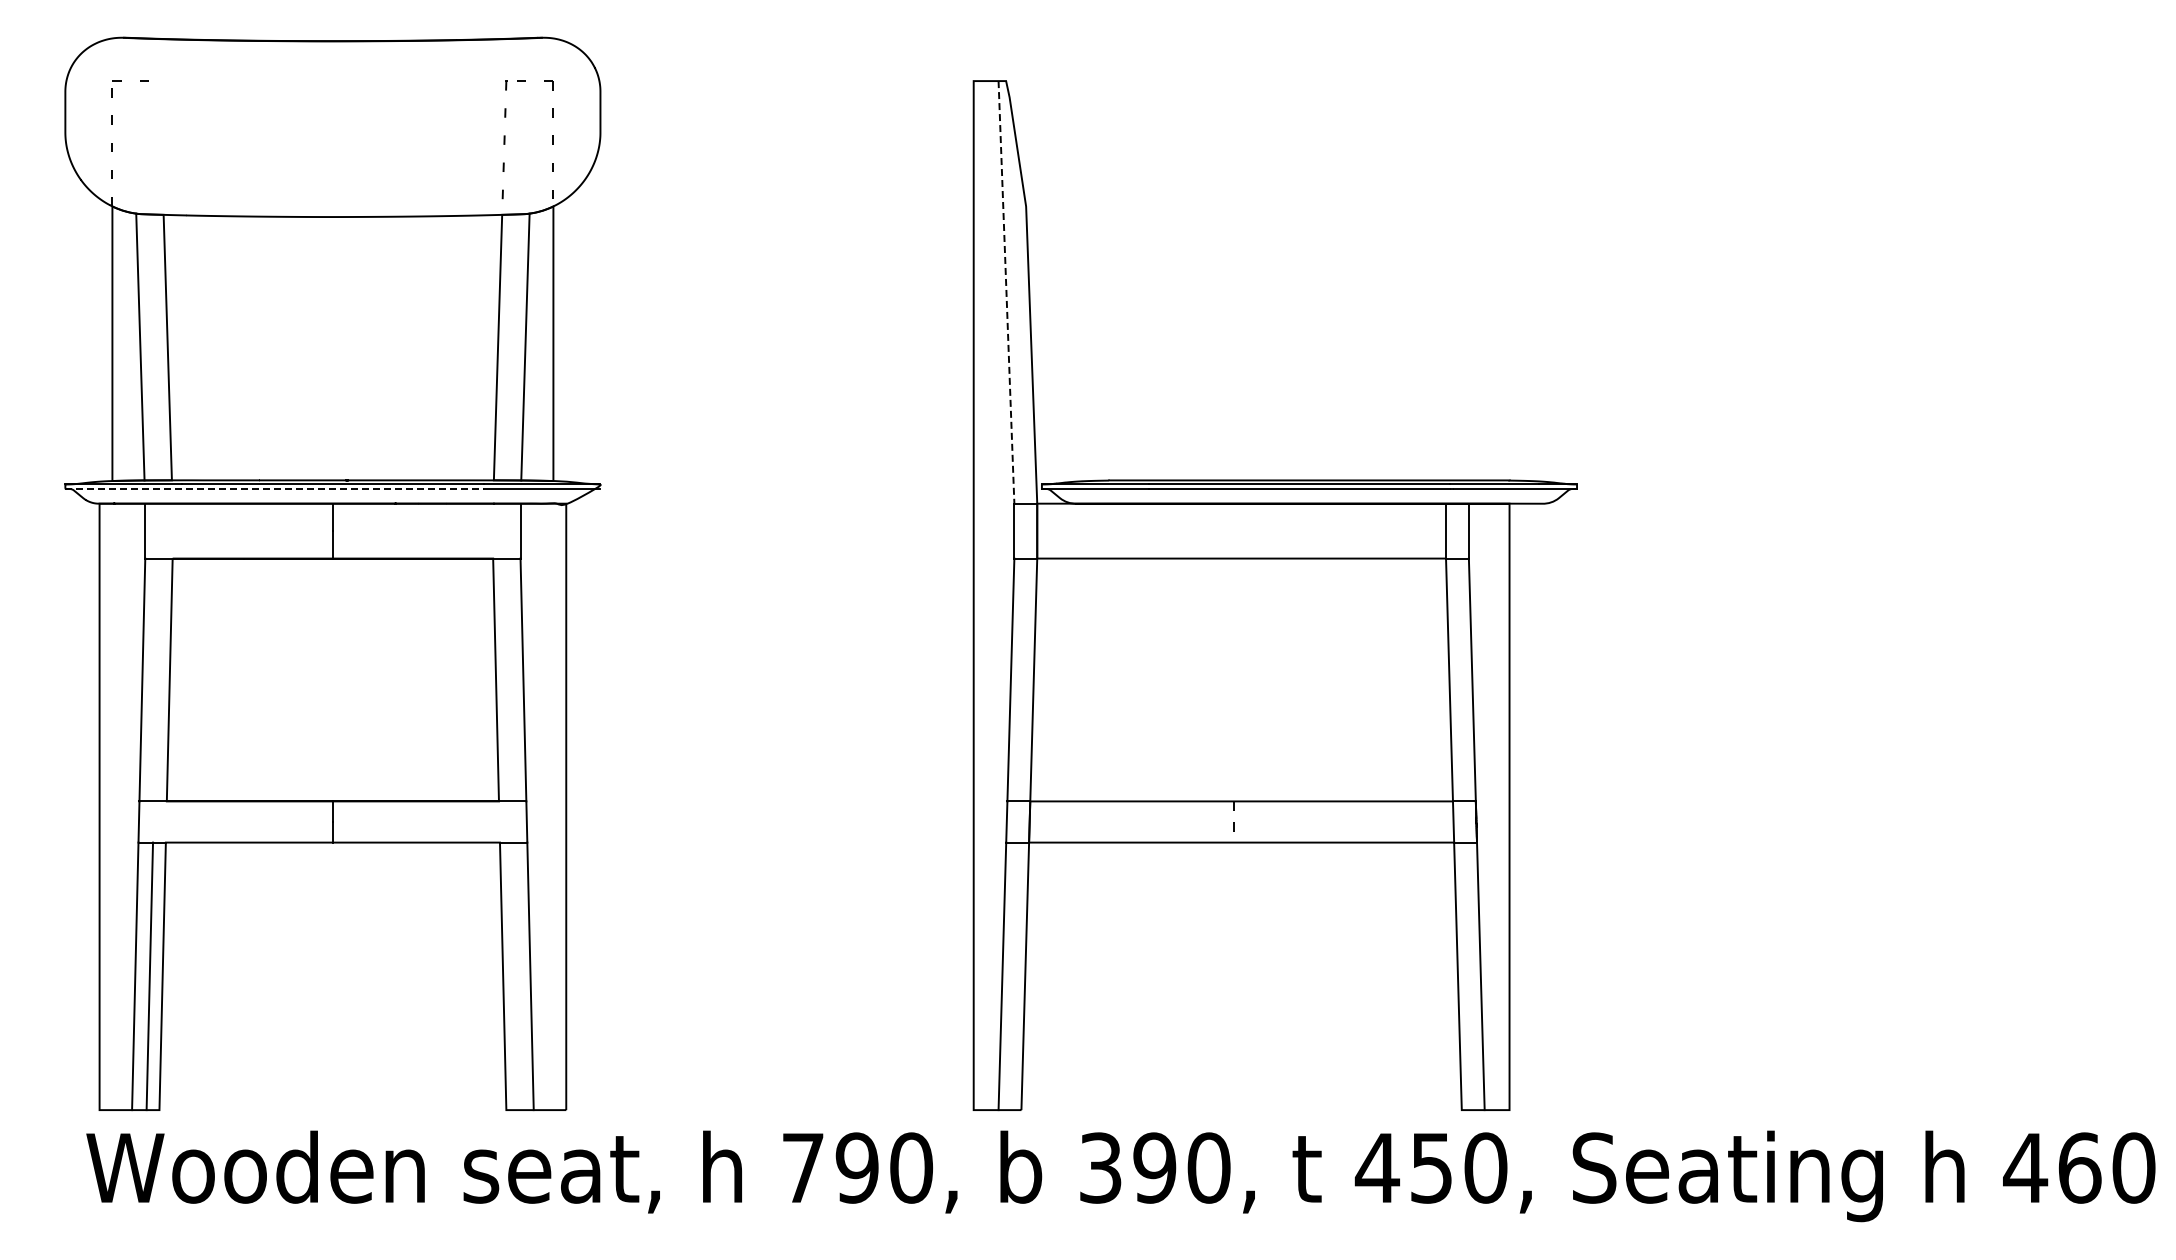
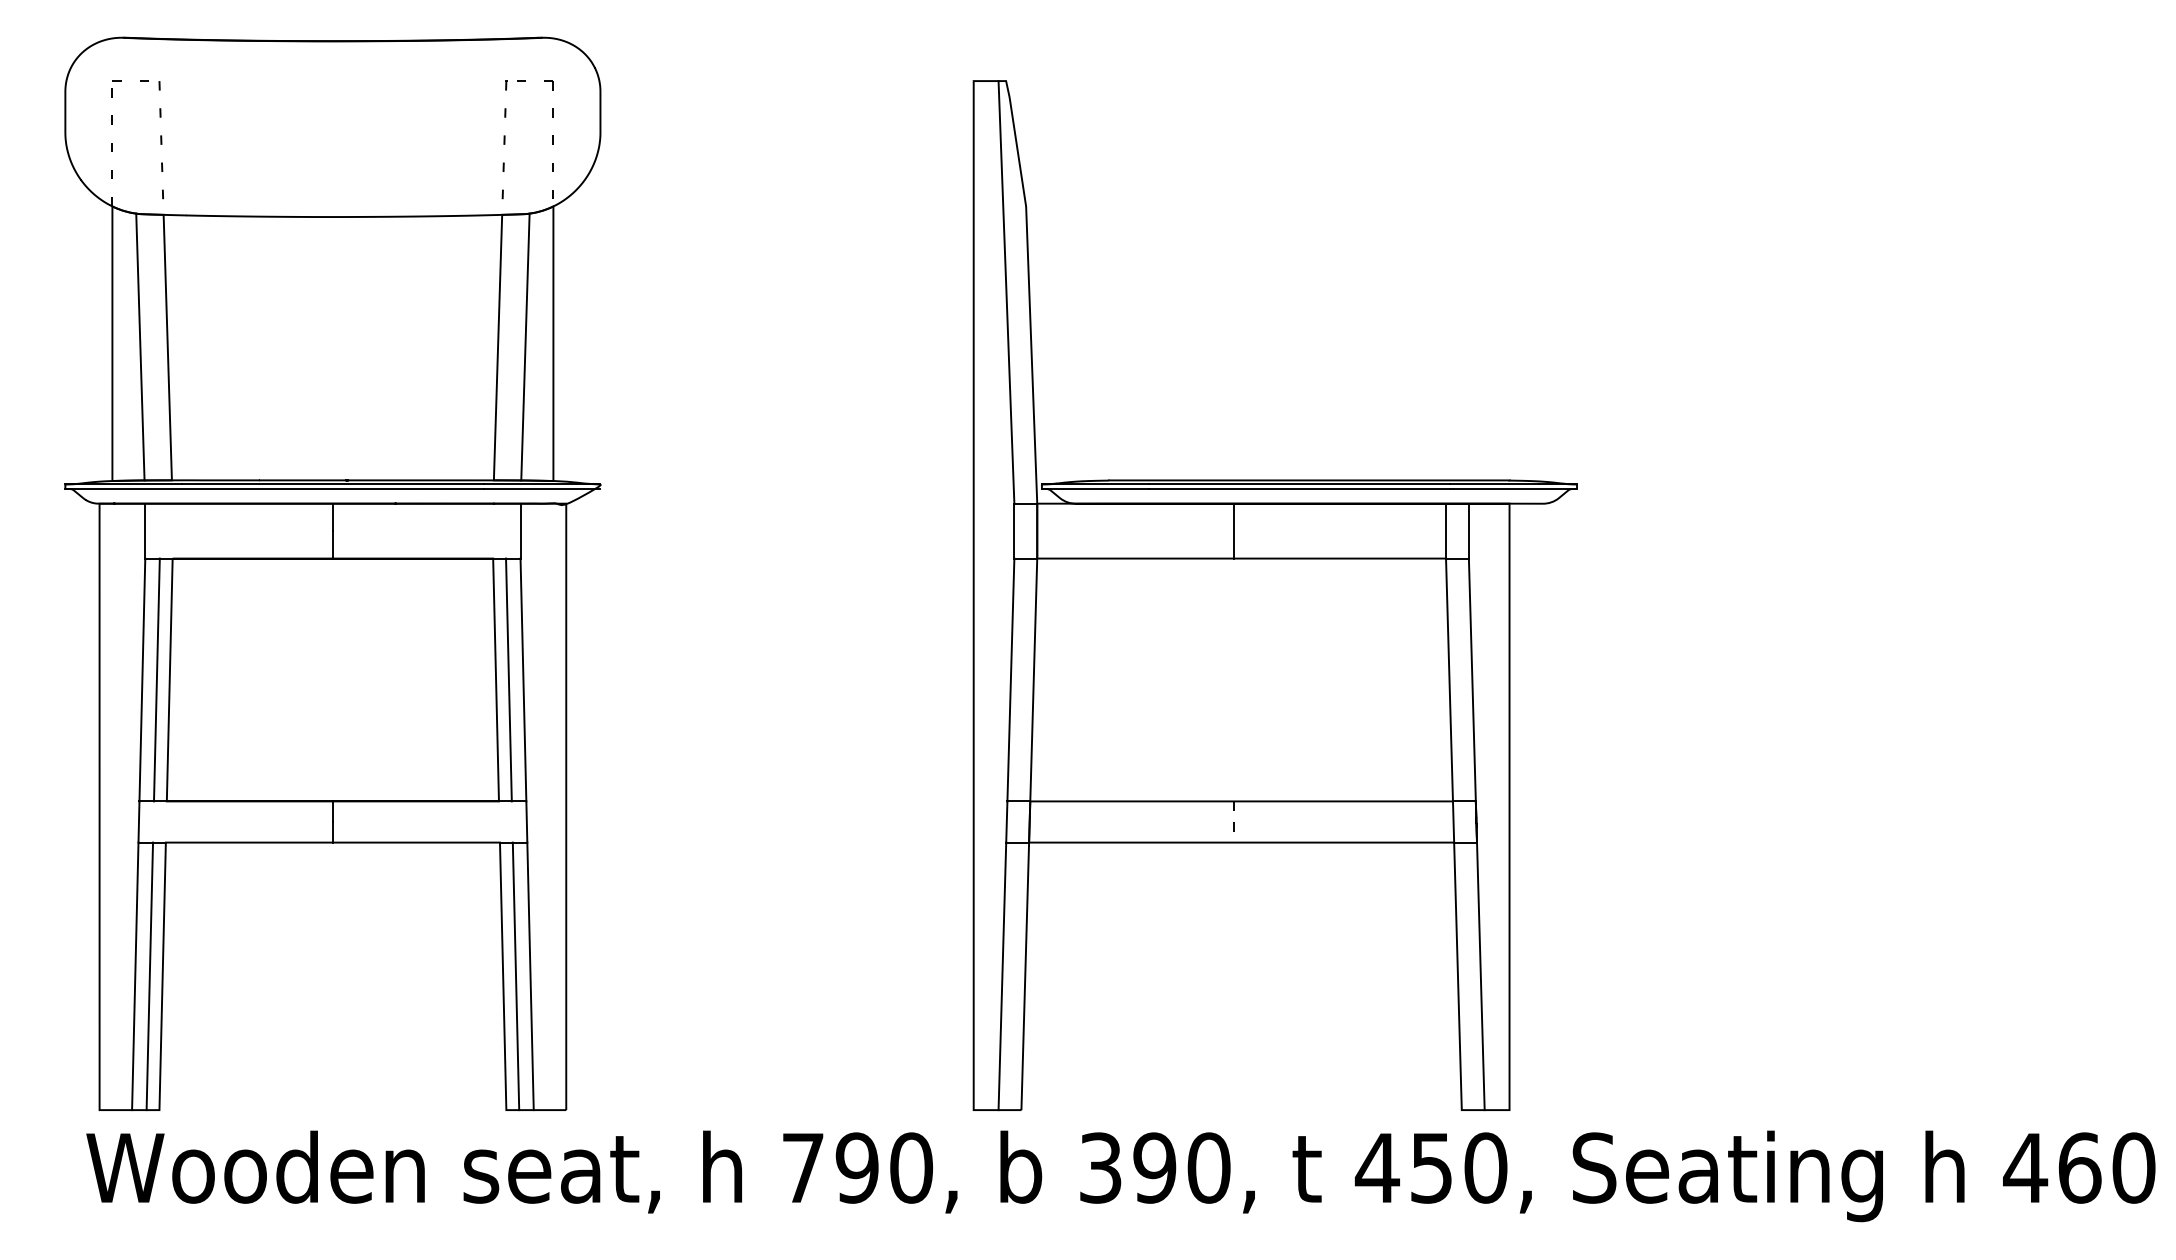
line at (160, 140): none -> present
line at (1006, 292): dashed -> solid
line at (275, 489): dashed -> solid
line at (1233, 530): none -> present
line at (156, 679): none -> present
line at (508, 679): none -> present
line at (515, 976): none -> present
